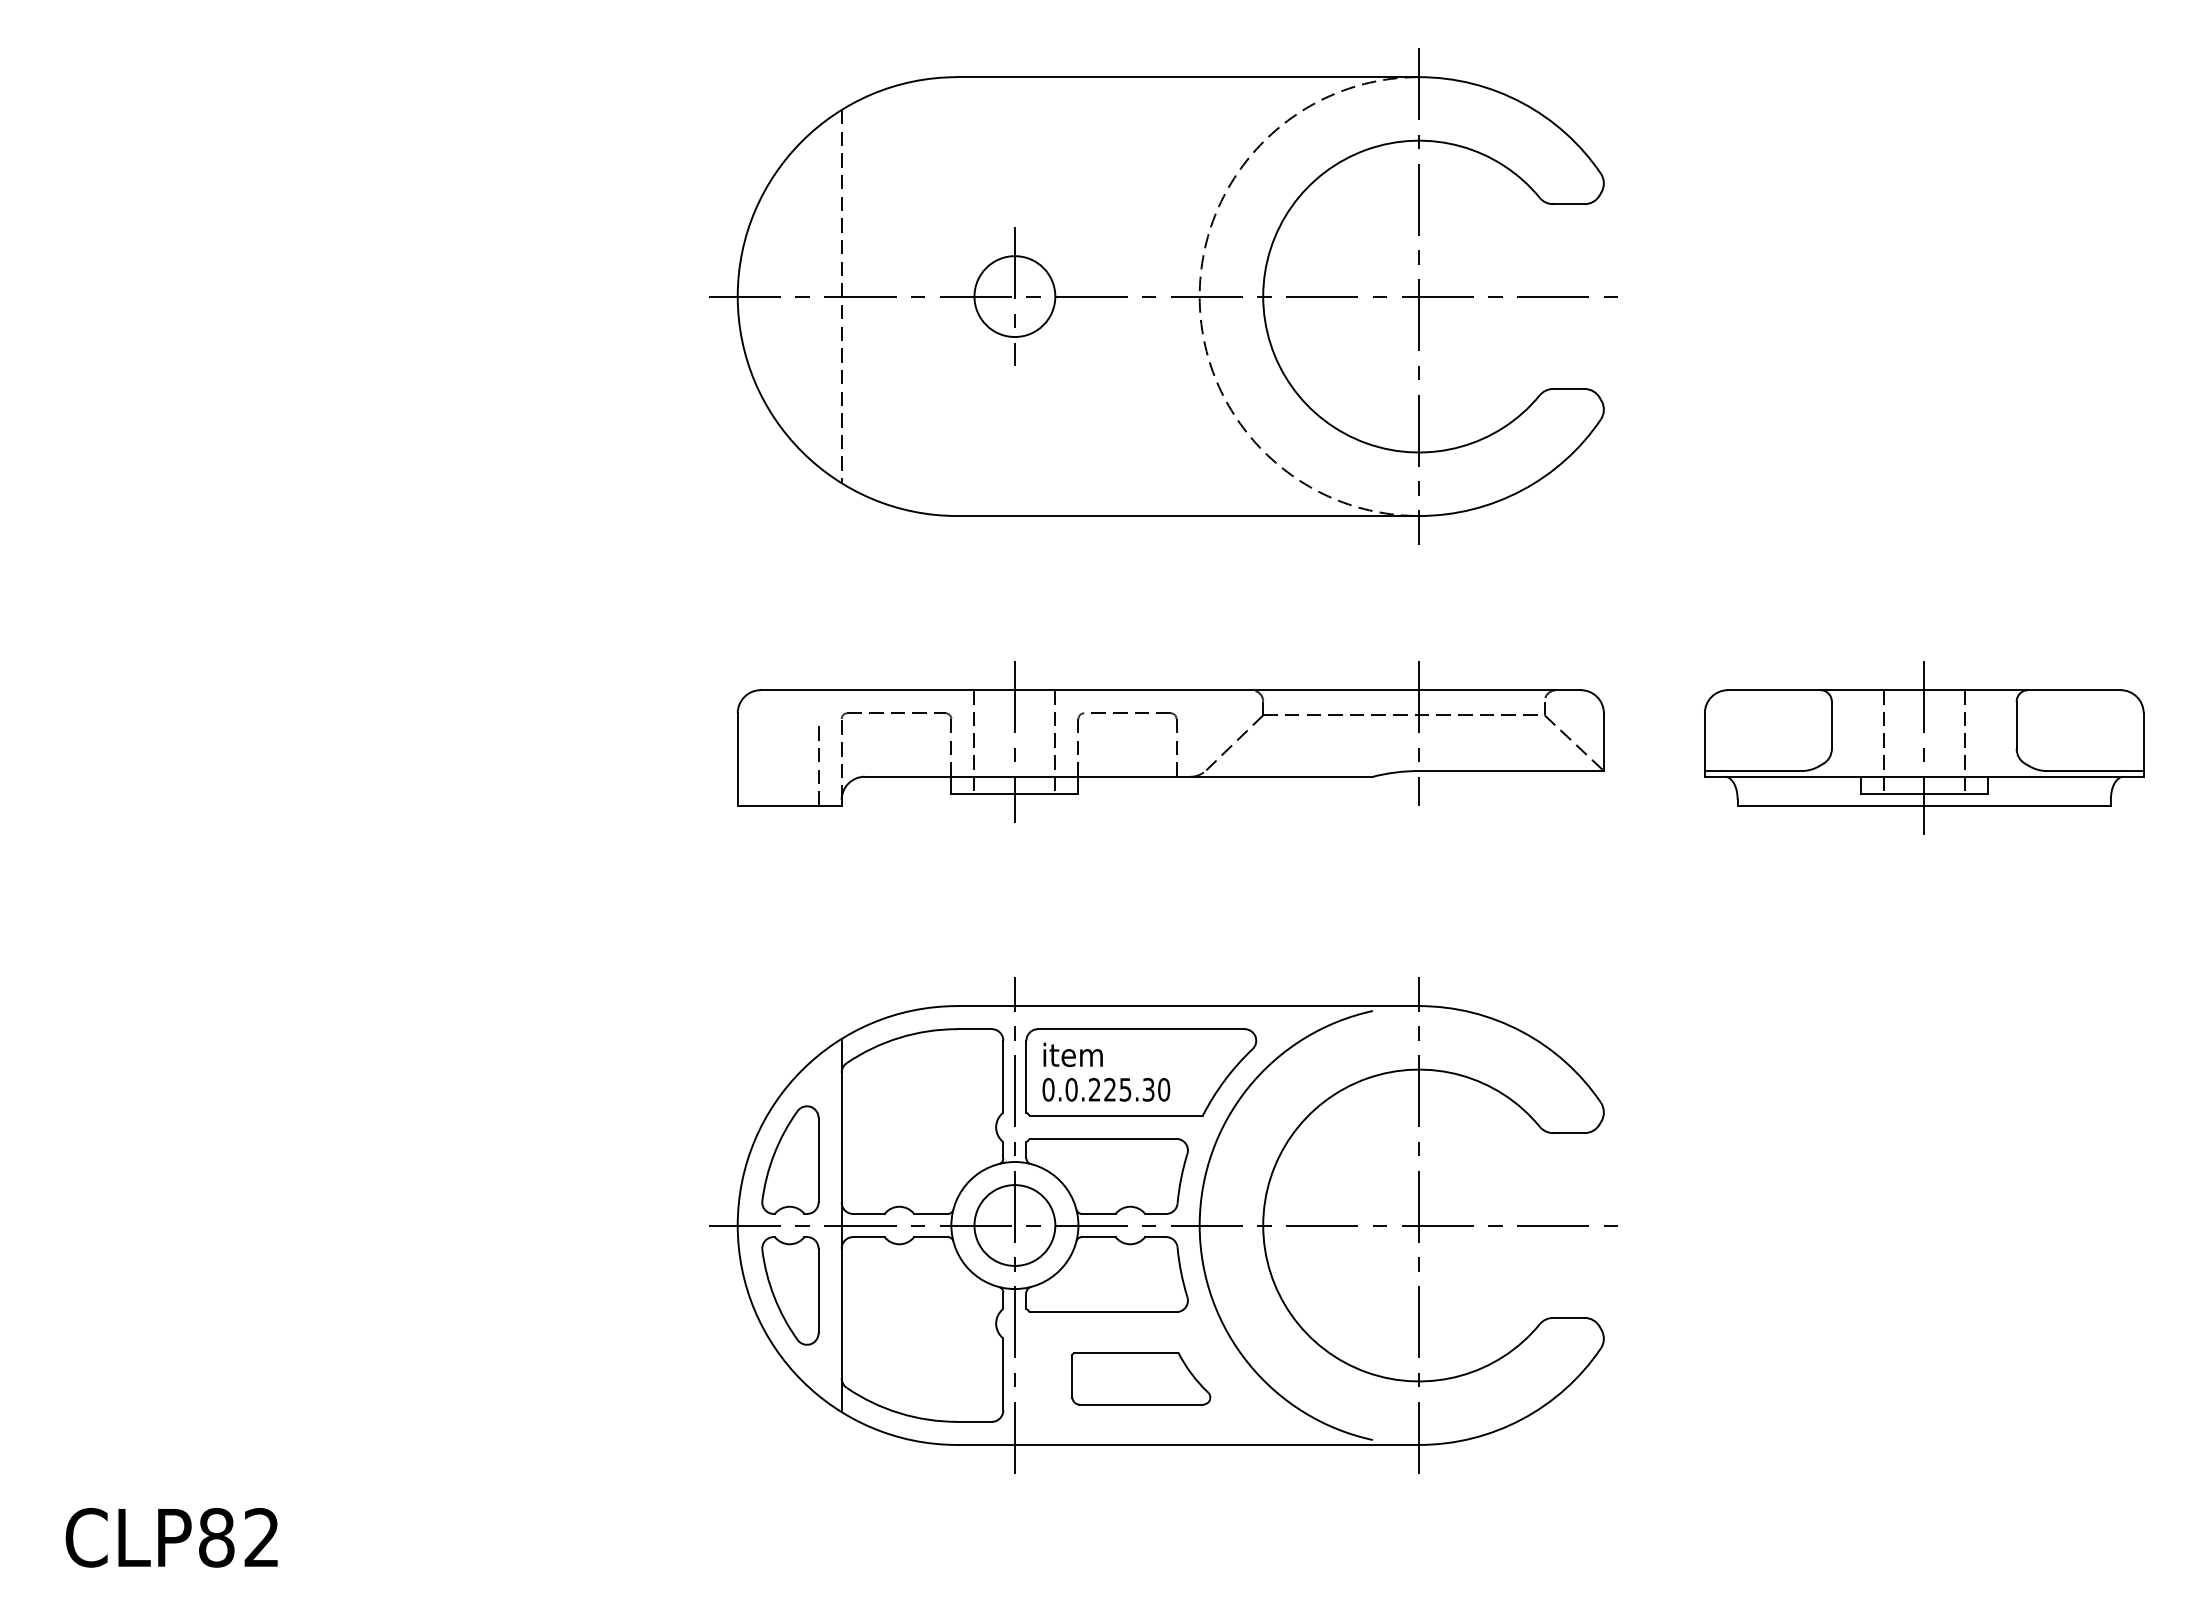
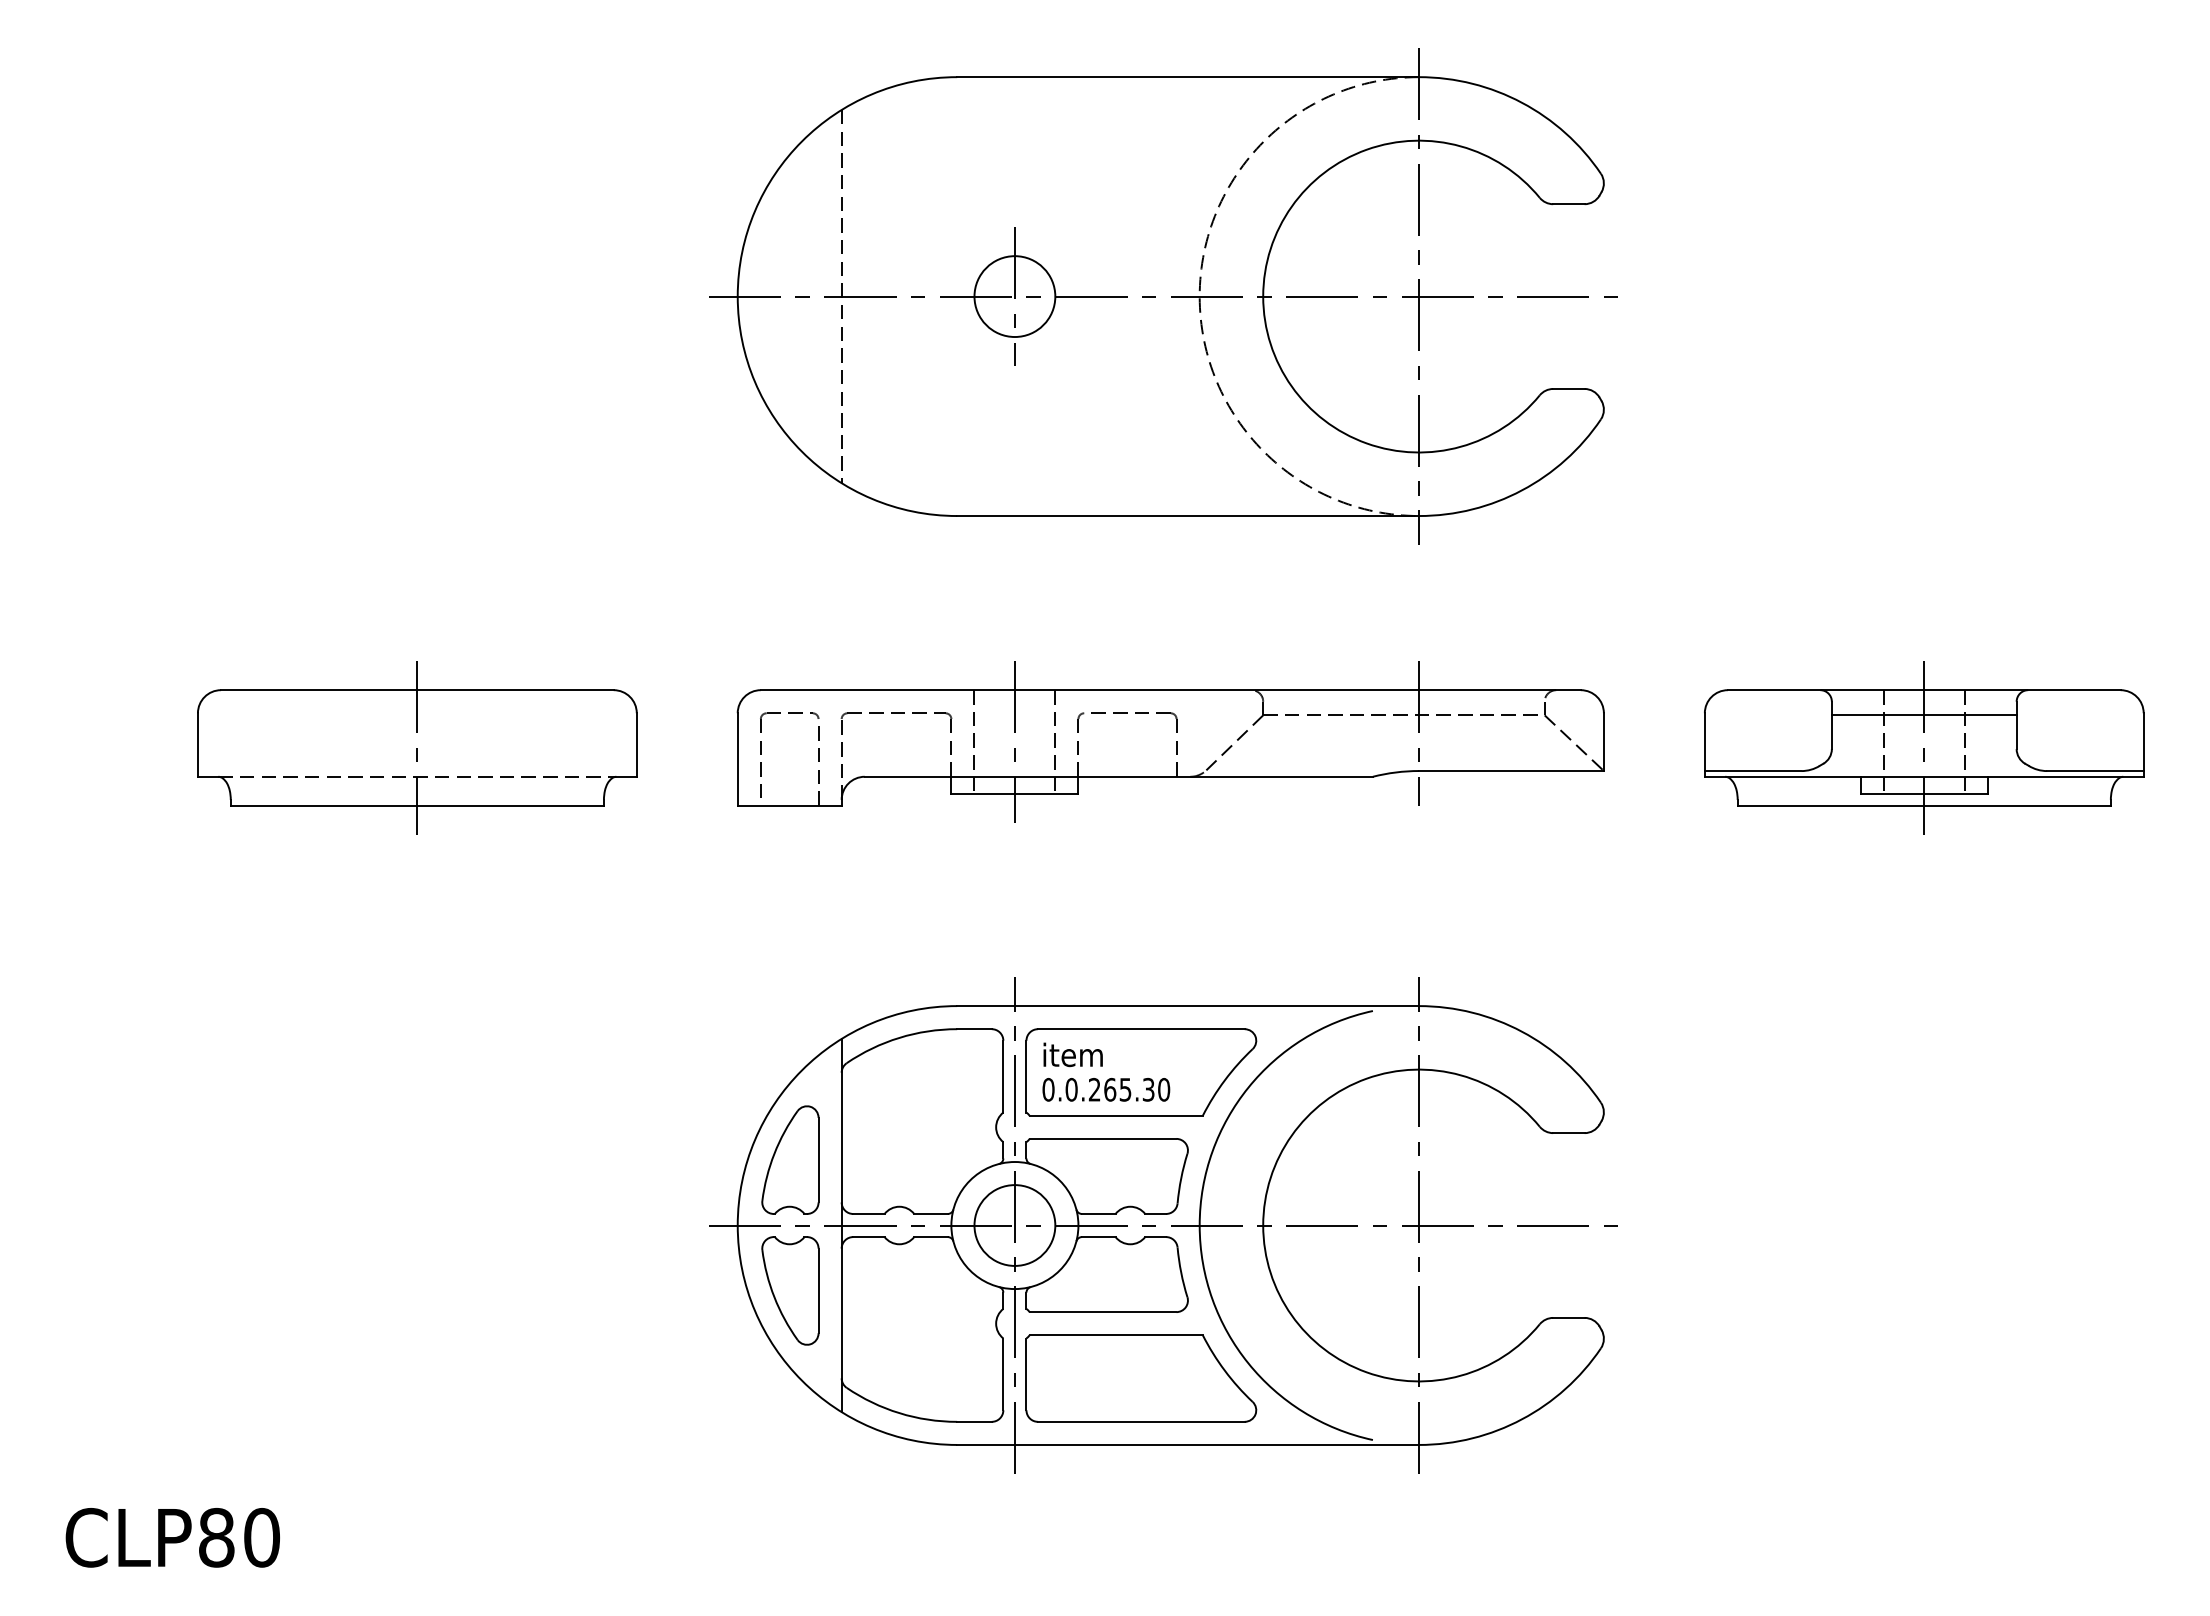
line at (1923, 715): none -> present
part at (417, 747): none -> present
part at (761, 754): none -> present
text at (1110, 1089): 0.0.225.30 -> 0.0.265.30
part at (1141, 1378) size: 141x54 px -> 233x89 px
text at (261, 1537): CLP82 -> CLP80
